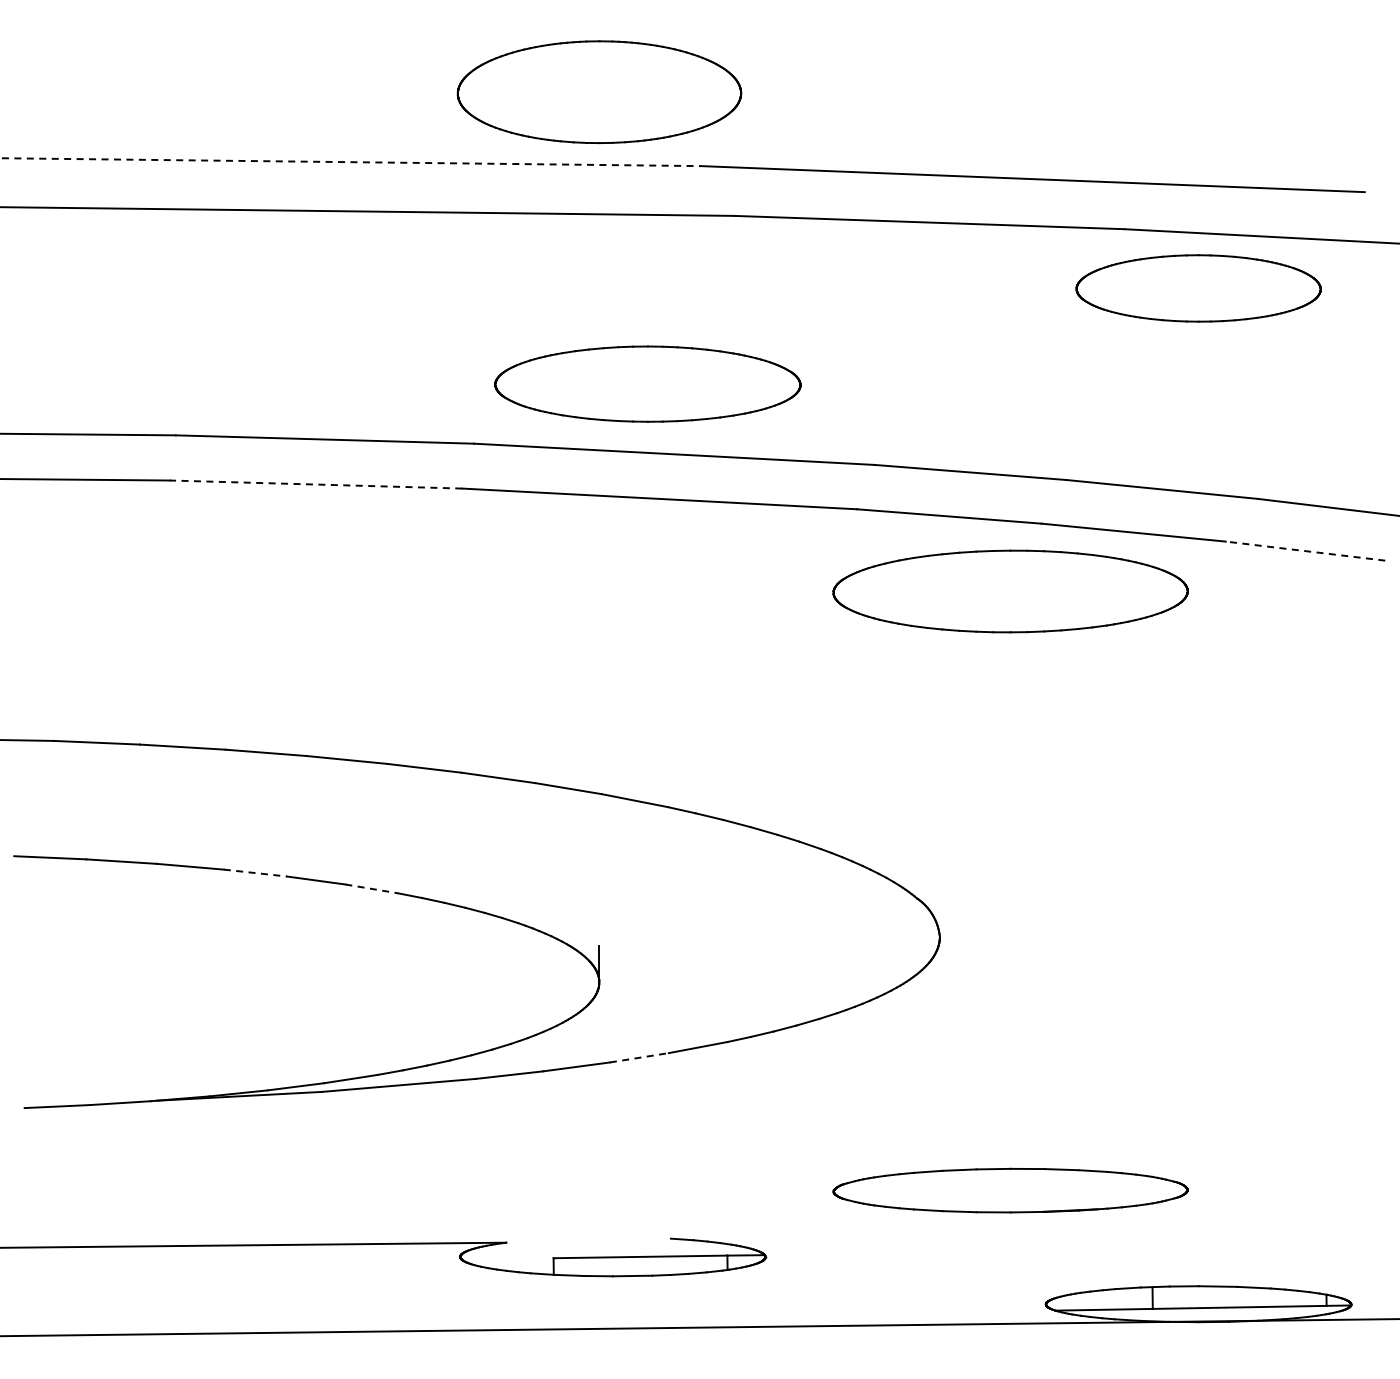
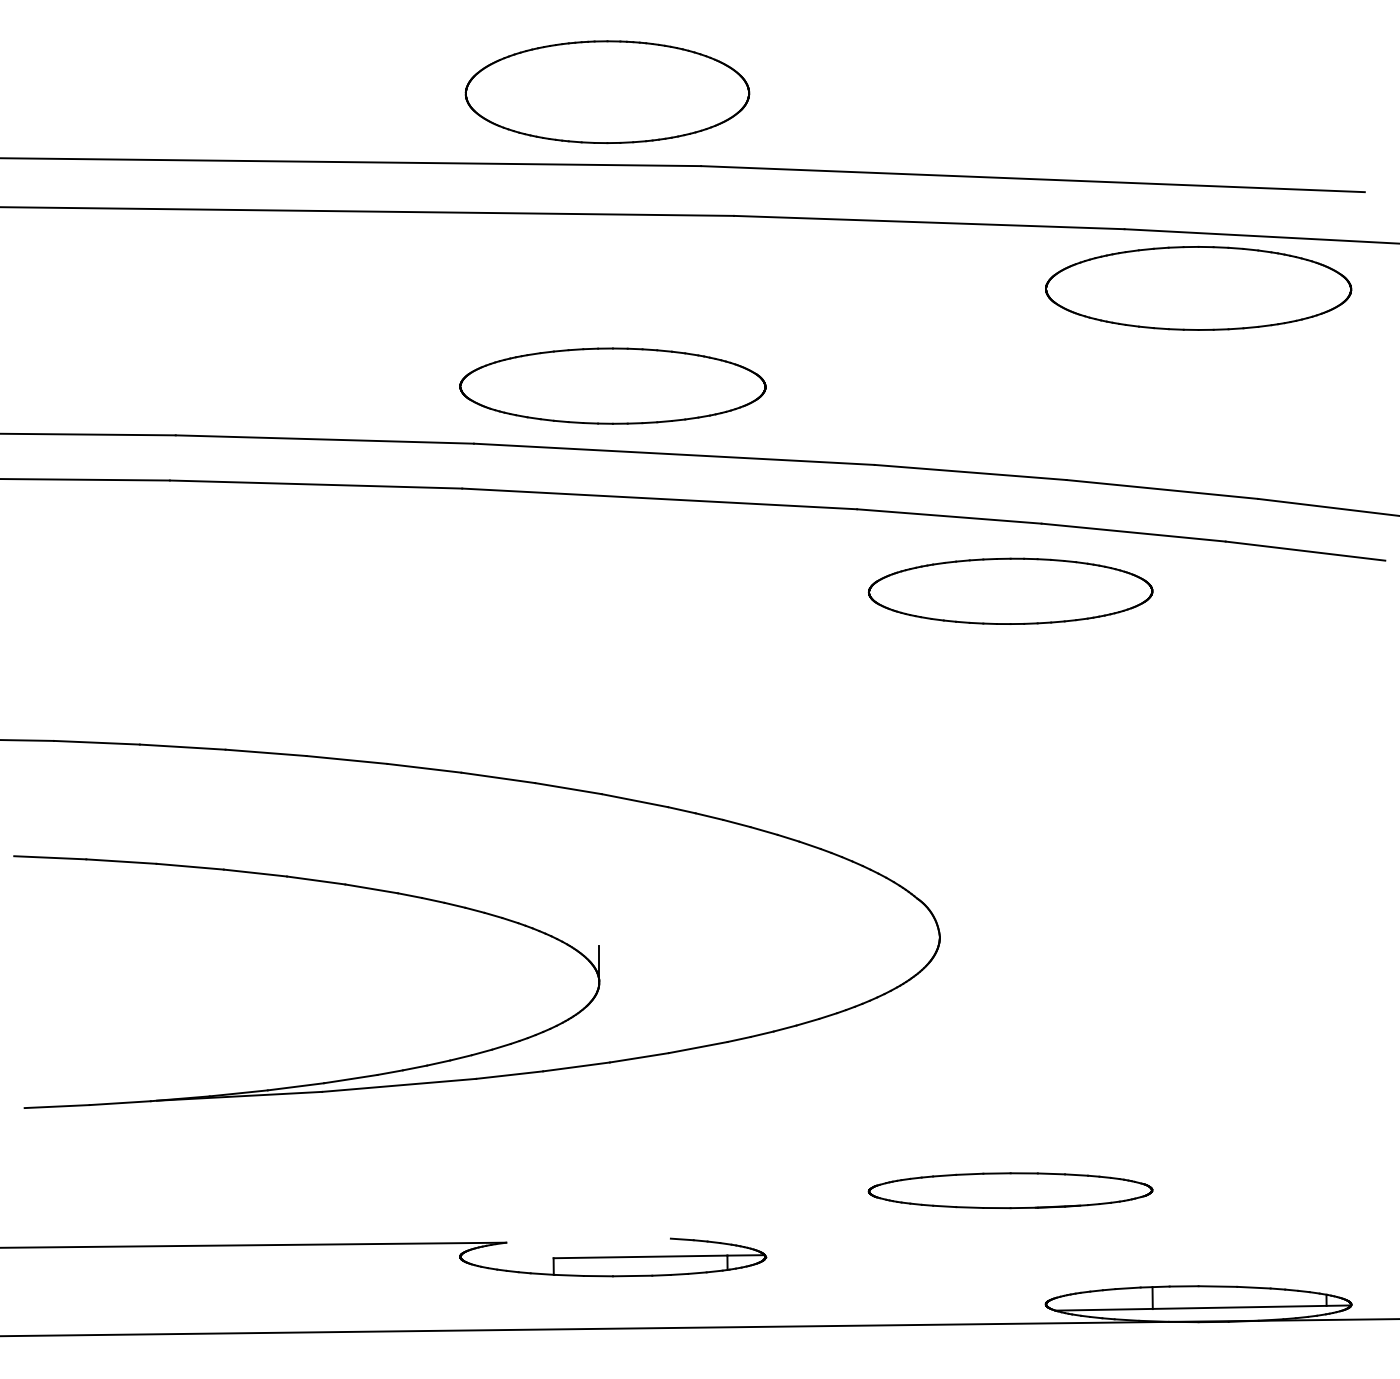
part at (599, 92) position: (599, 92) -> (607, 92)
line at (351, 162): dashed -> solid
part at (1198, 288) size: 247x69 px -> 308x85 px
part at (647, 383) position: (647, 383) -> (612, 385)
line at (315, 484): dashed -> solid
line at (1304, 551): dashed -> solid
part at (1010, 591) size: 357x85 px -> 286x68 px
line at (255, 873): dashed -> solid
line at (371, 888): dashed -> solid
line at (639, 1057): dashed -> solid
part at (1010, 1190) size: 357x47 px -> 287x38 px
